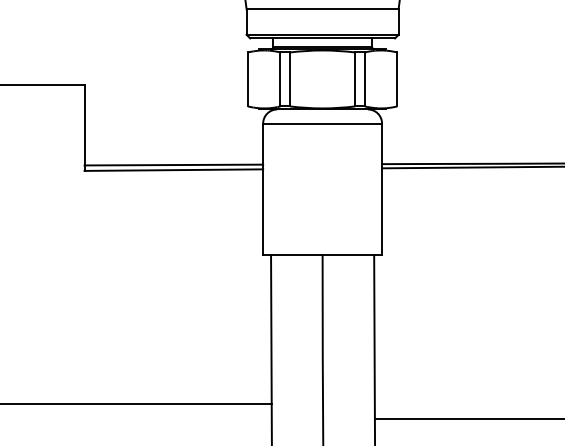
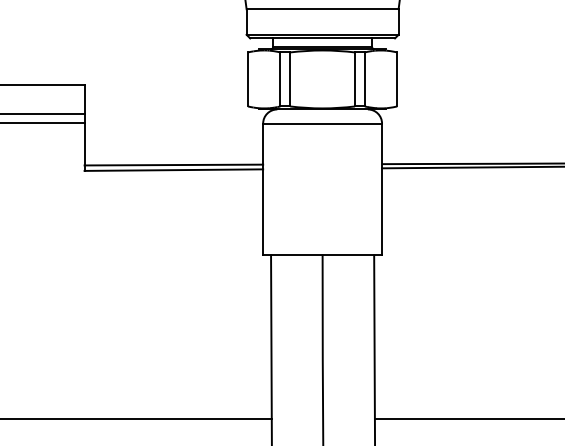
line at (43, 113): none -> present
line at (43, 122): none -> present
line at (136, 404) position: (136, 404) -> (136, 419)
